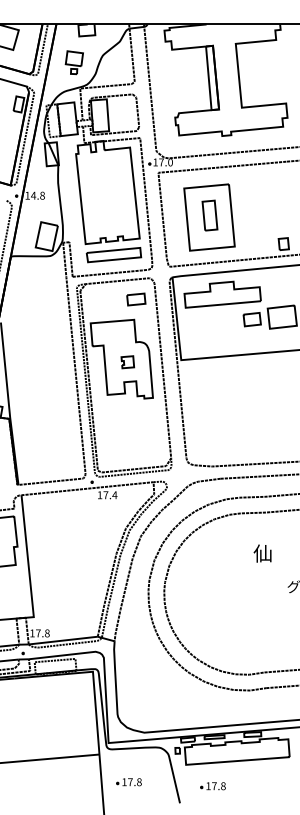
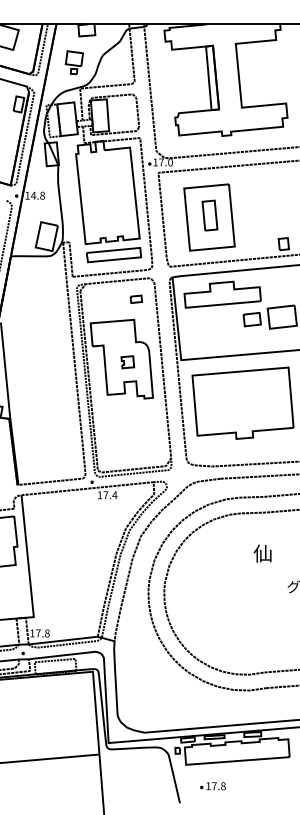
part at (136, 299) size: 21x15 px -> 15x10 px
part at (242, 402): none -> present
part at (128, 782): present -> none
